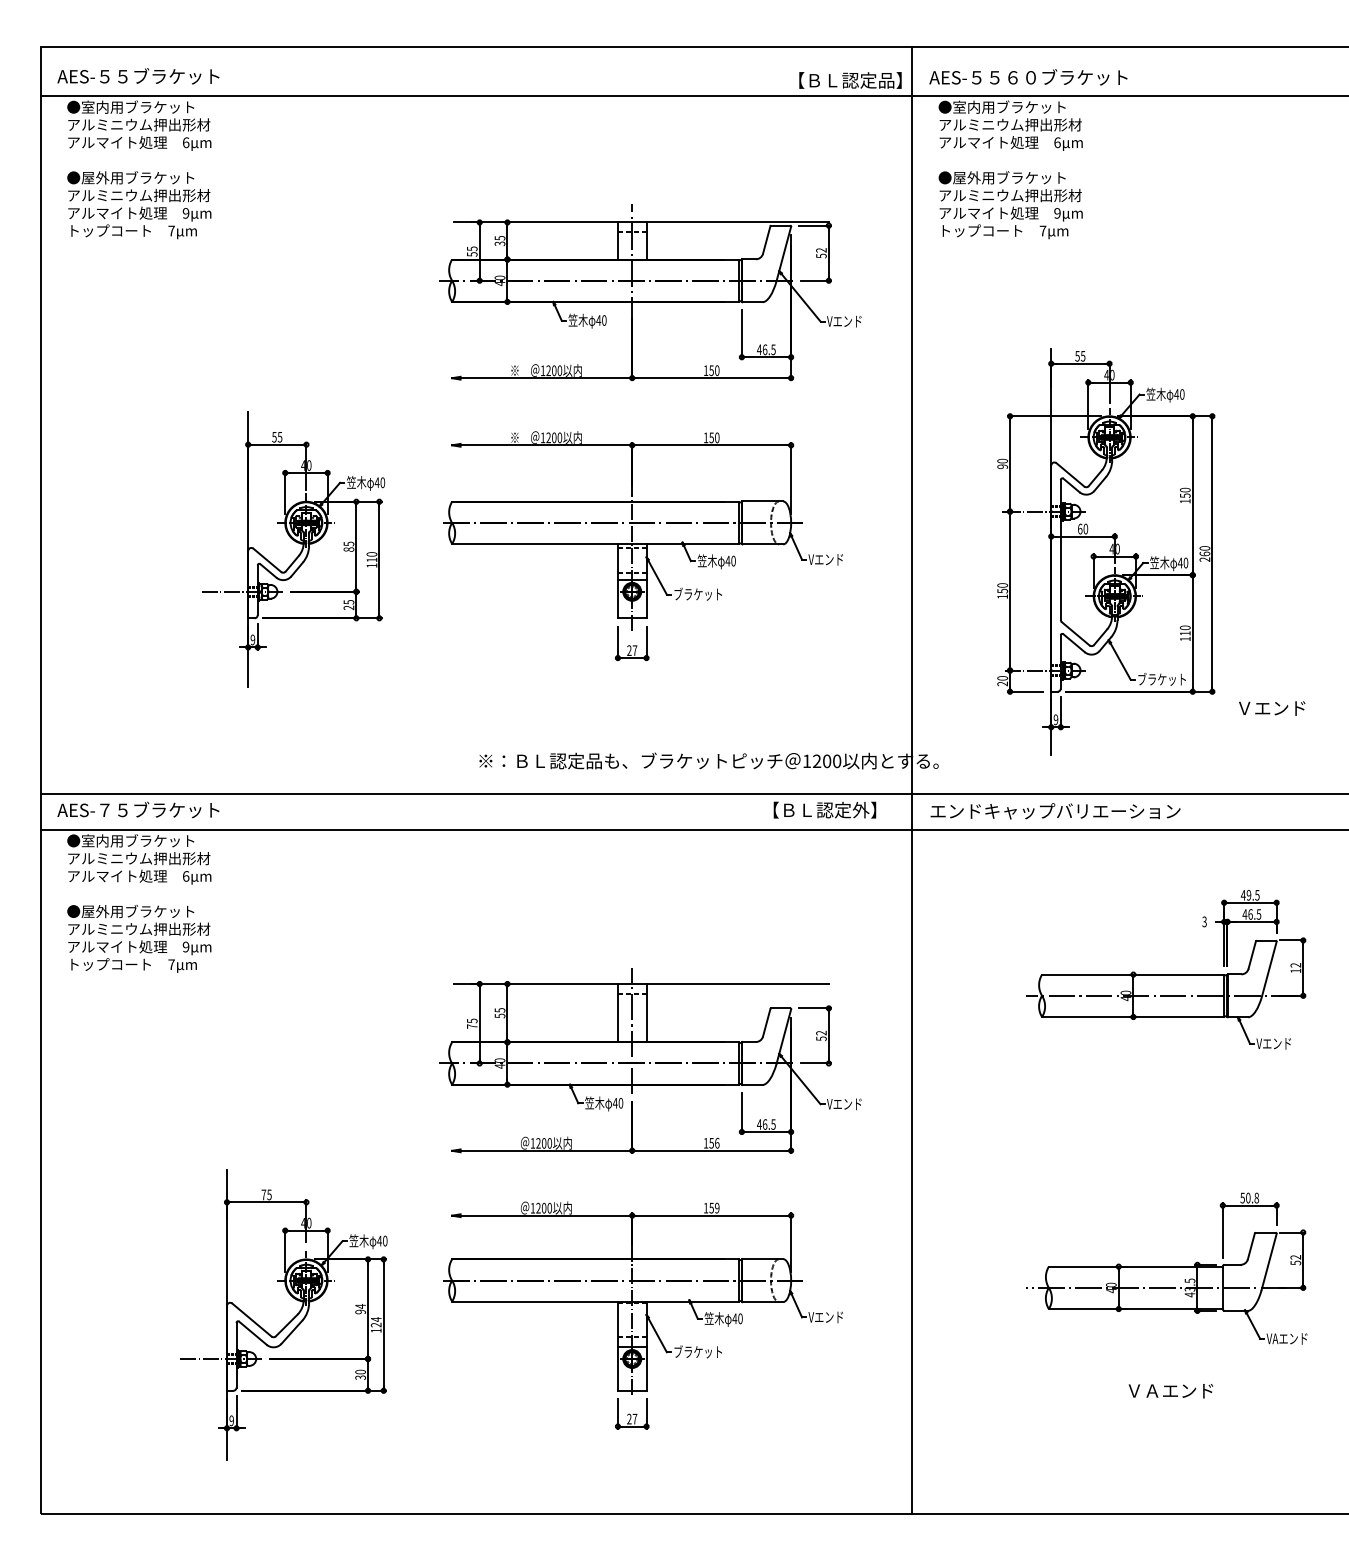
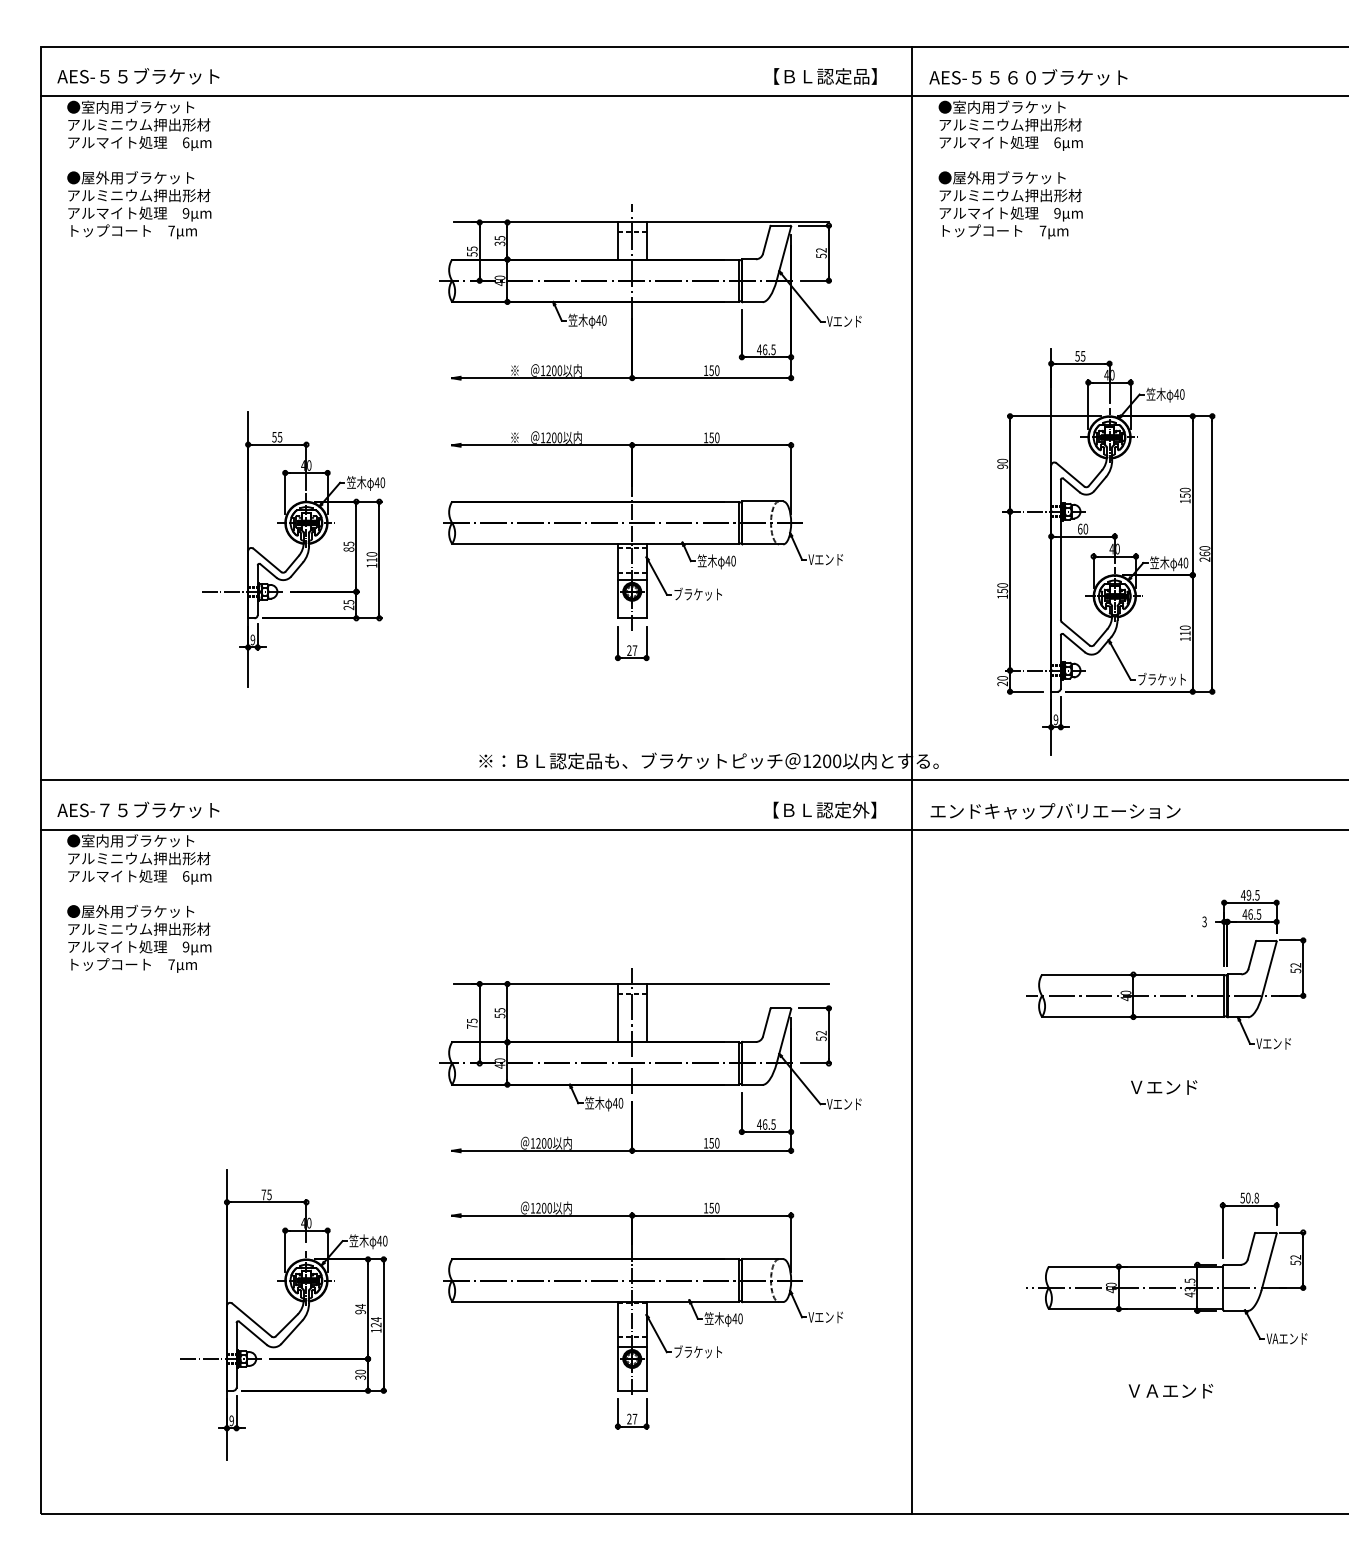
text at (850, 80) position: (850, 80) -> (825, 76)
text at (1272, 708) position: (1272, 708) -> (1164, 1087)
line at (692, 794) position: (692, 794) -> (692, 780)
text at (1295, 970): 12 -> 52
text at (717, 1143): 156 -> 150
text at (717, 1208): 159 -> 150
